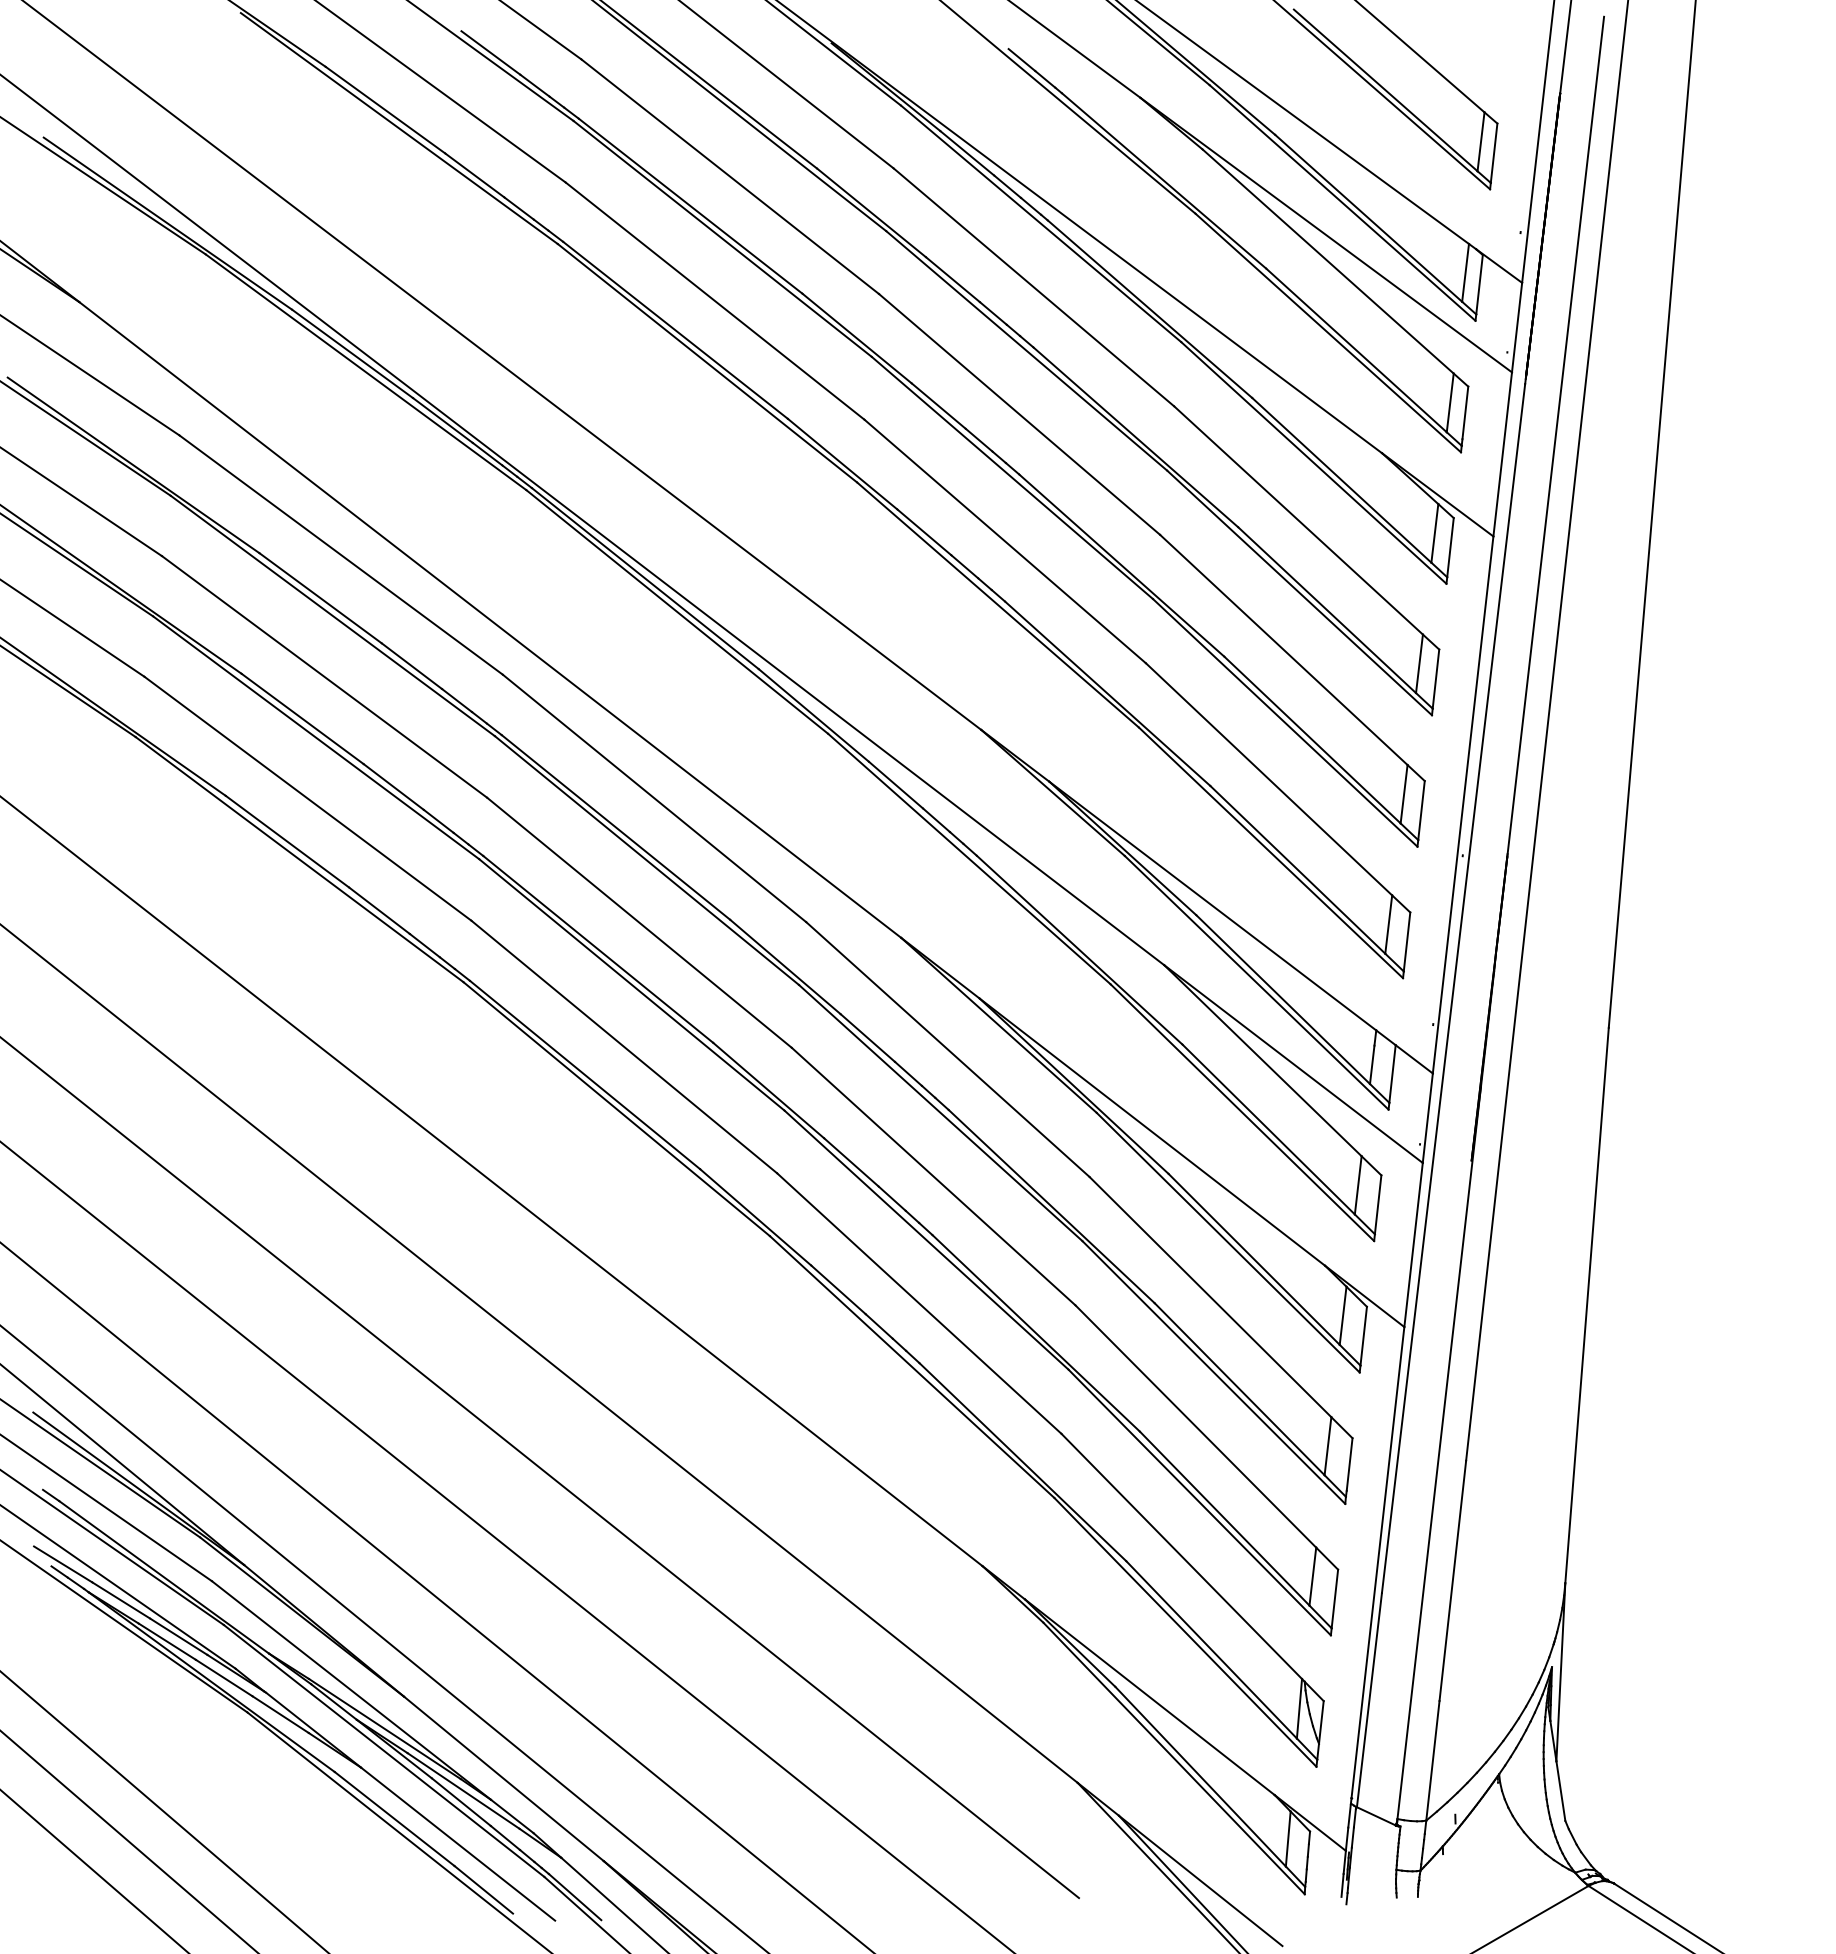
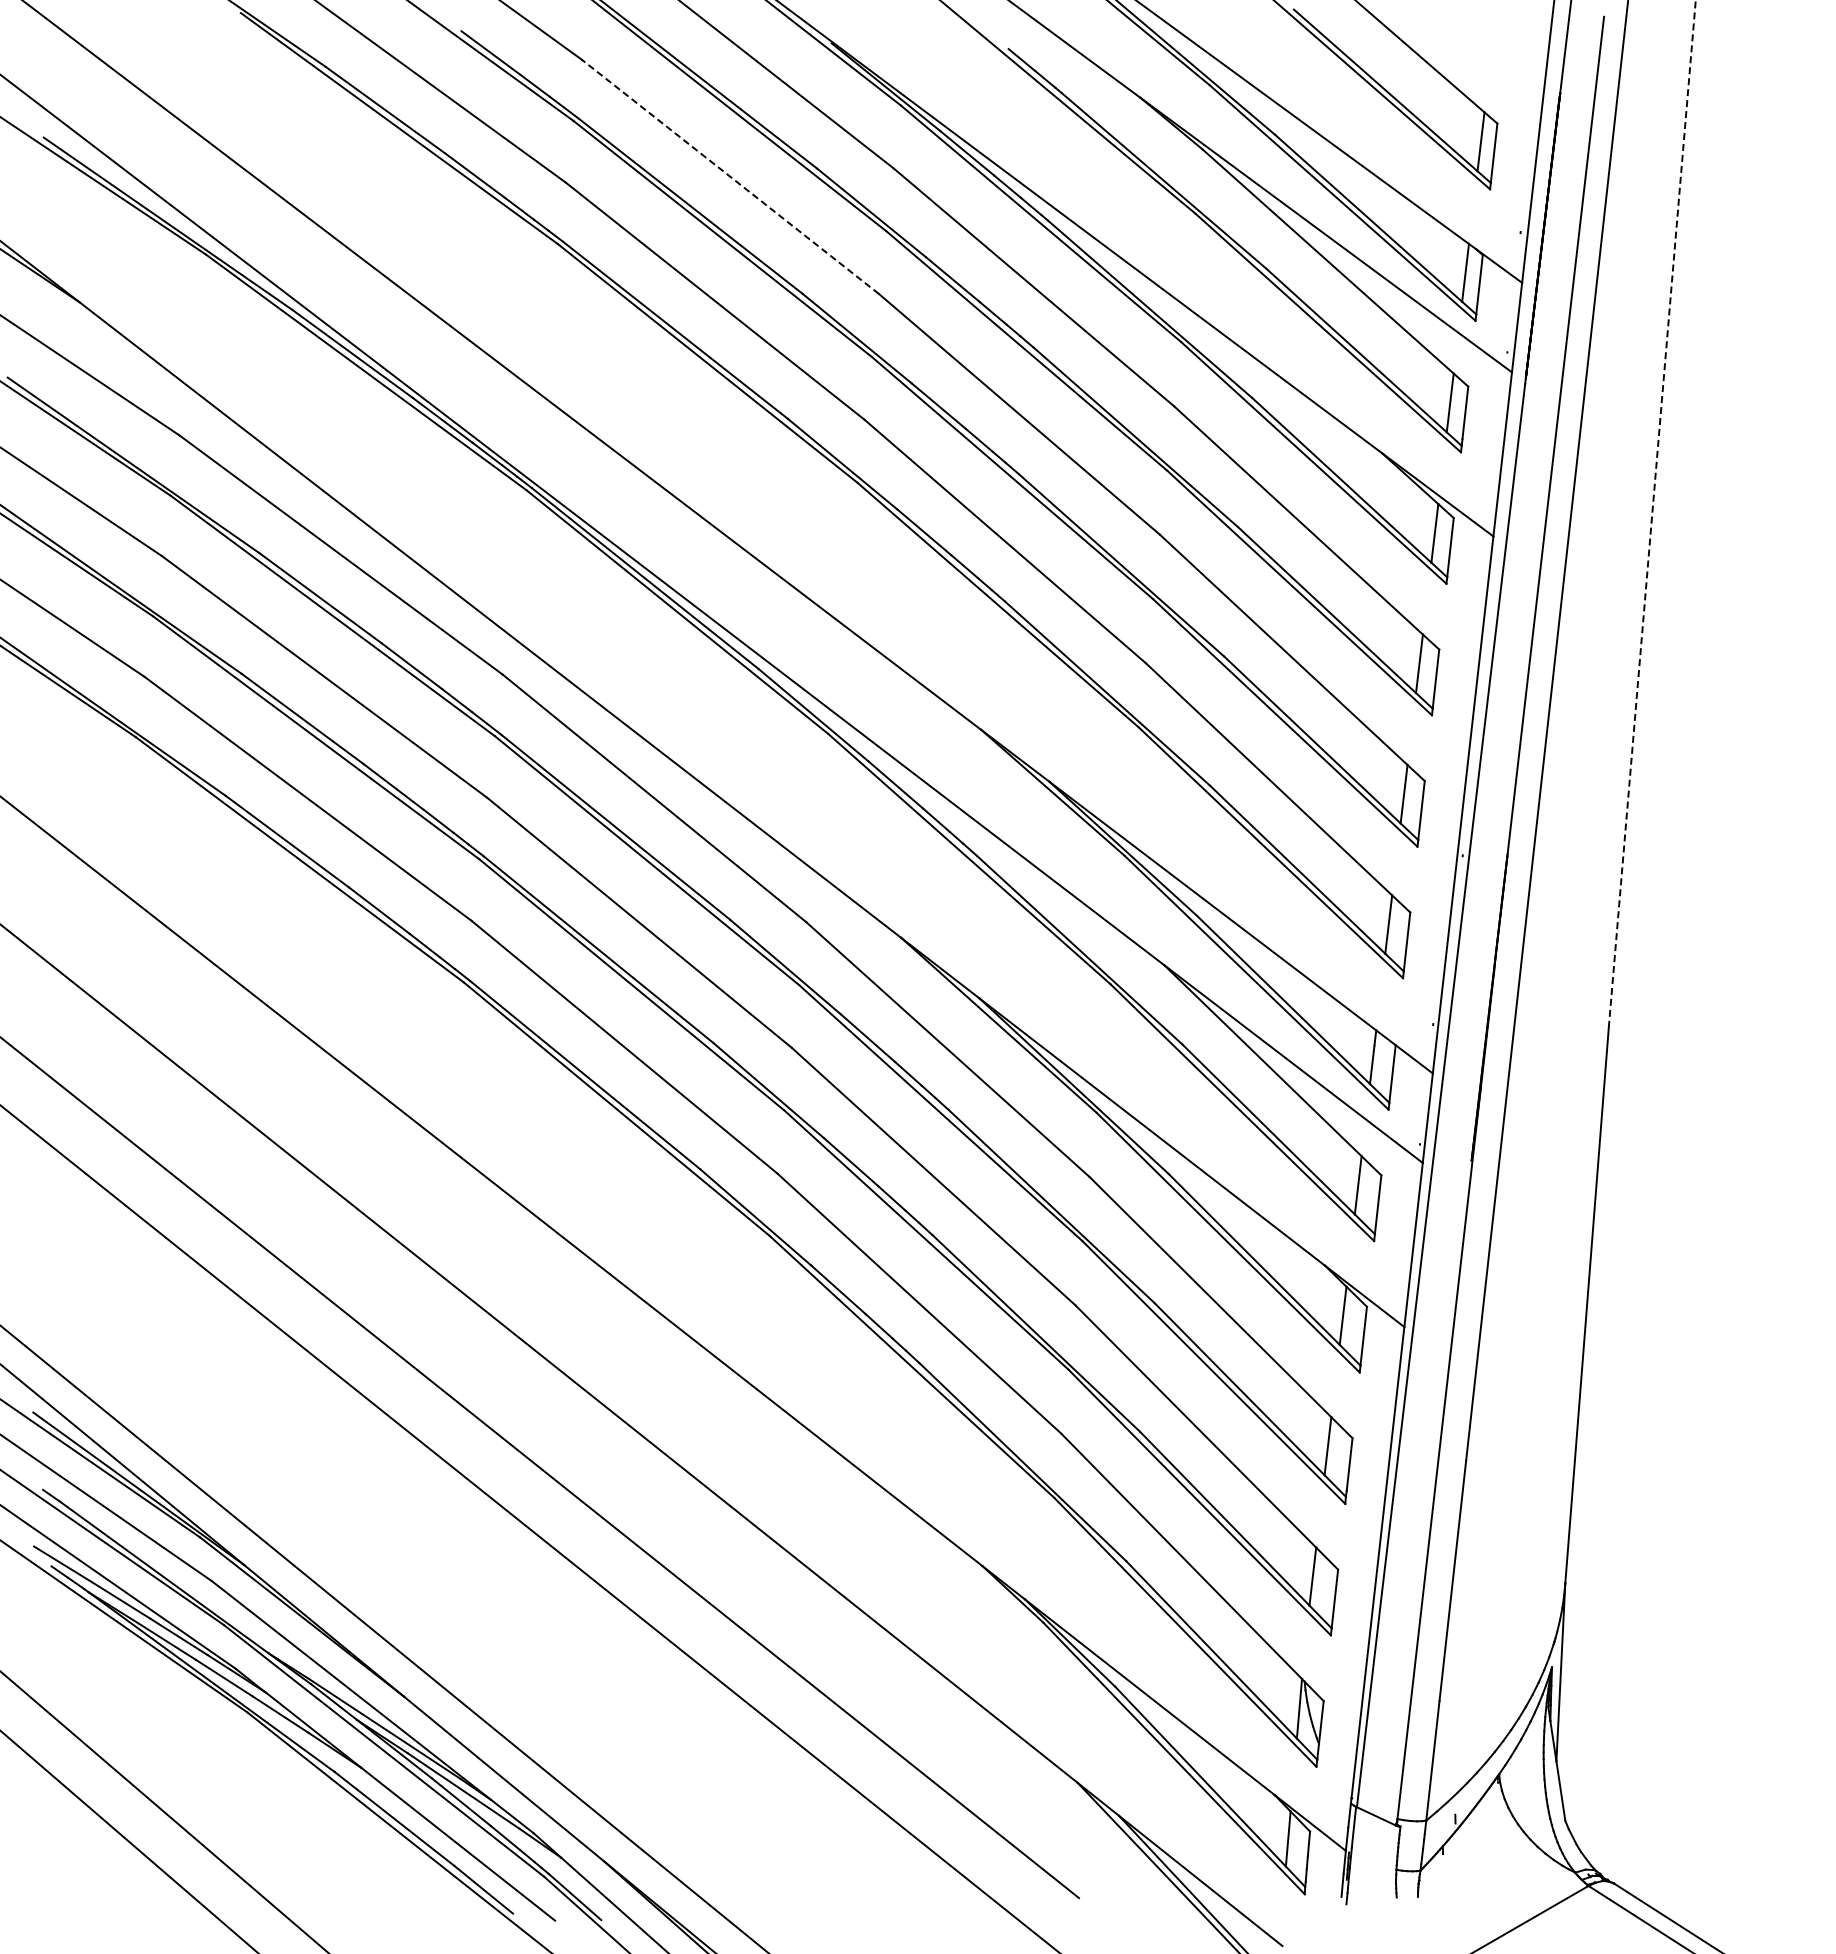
line at (729, 176): solid -> dashed
line at (1652, 514): solid -> dashed
line at (506, 1546) position: (506, 1546) -> (529, 1528)
line at (436, 1596): present -> none
line at (94, 1870): present -> none
